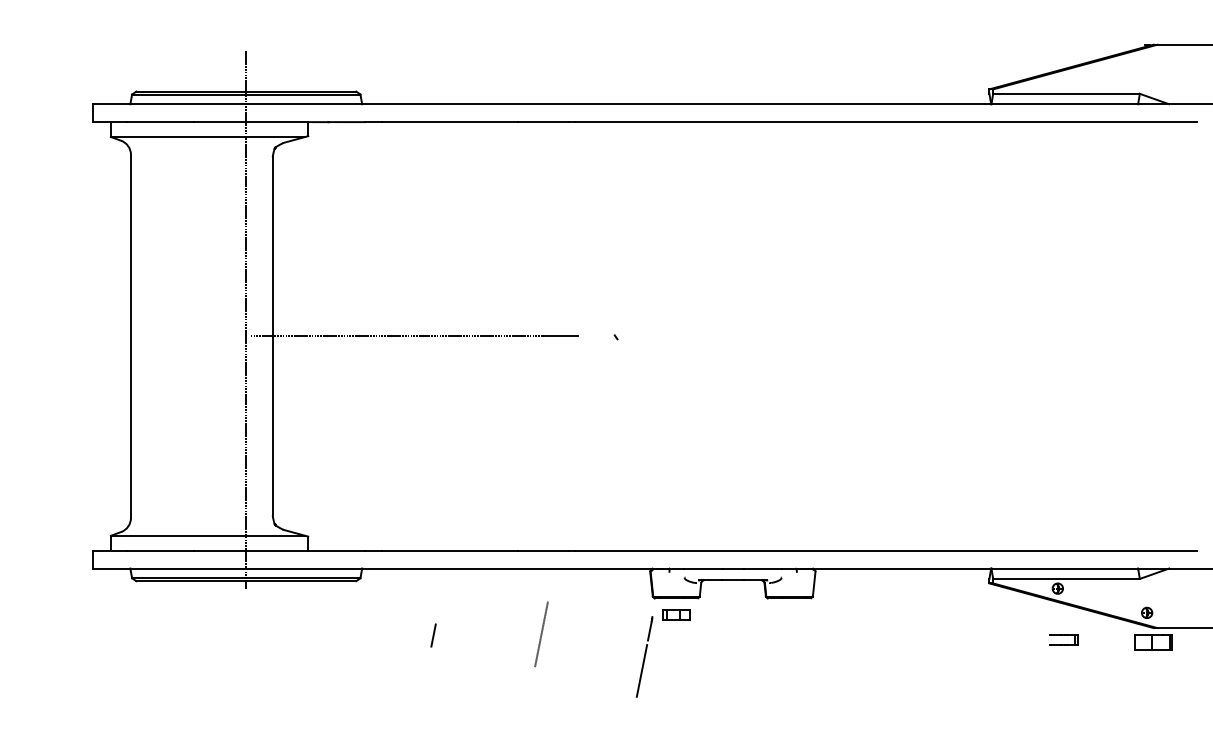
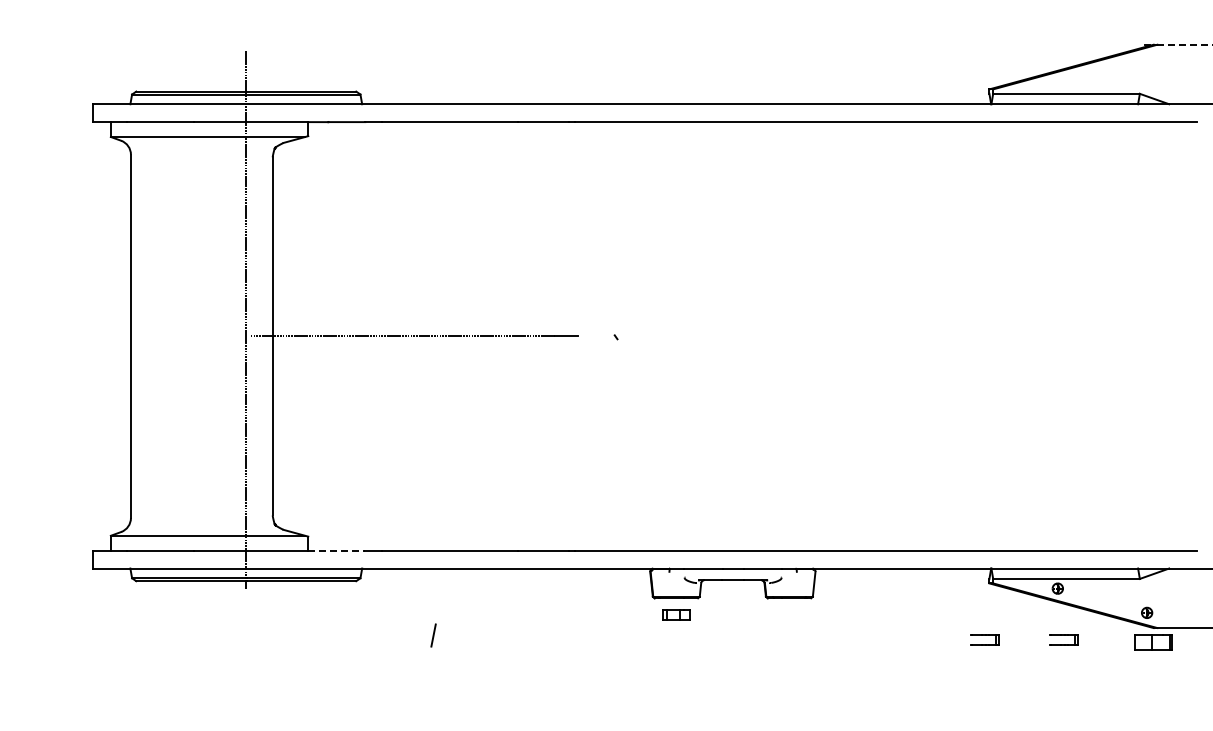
line at (1185, 44): solid -> dashed
line at (336, 550): solid -> dashed
line at (541, 634): present -> none
part at (984, 639): none -> present
line at (644, 656): present -> none
